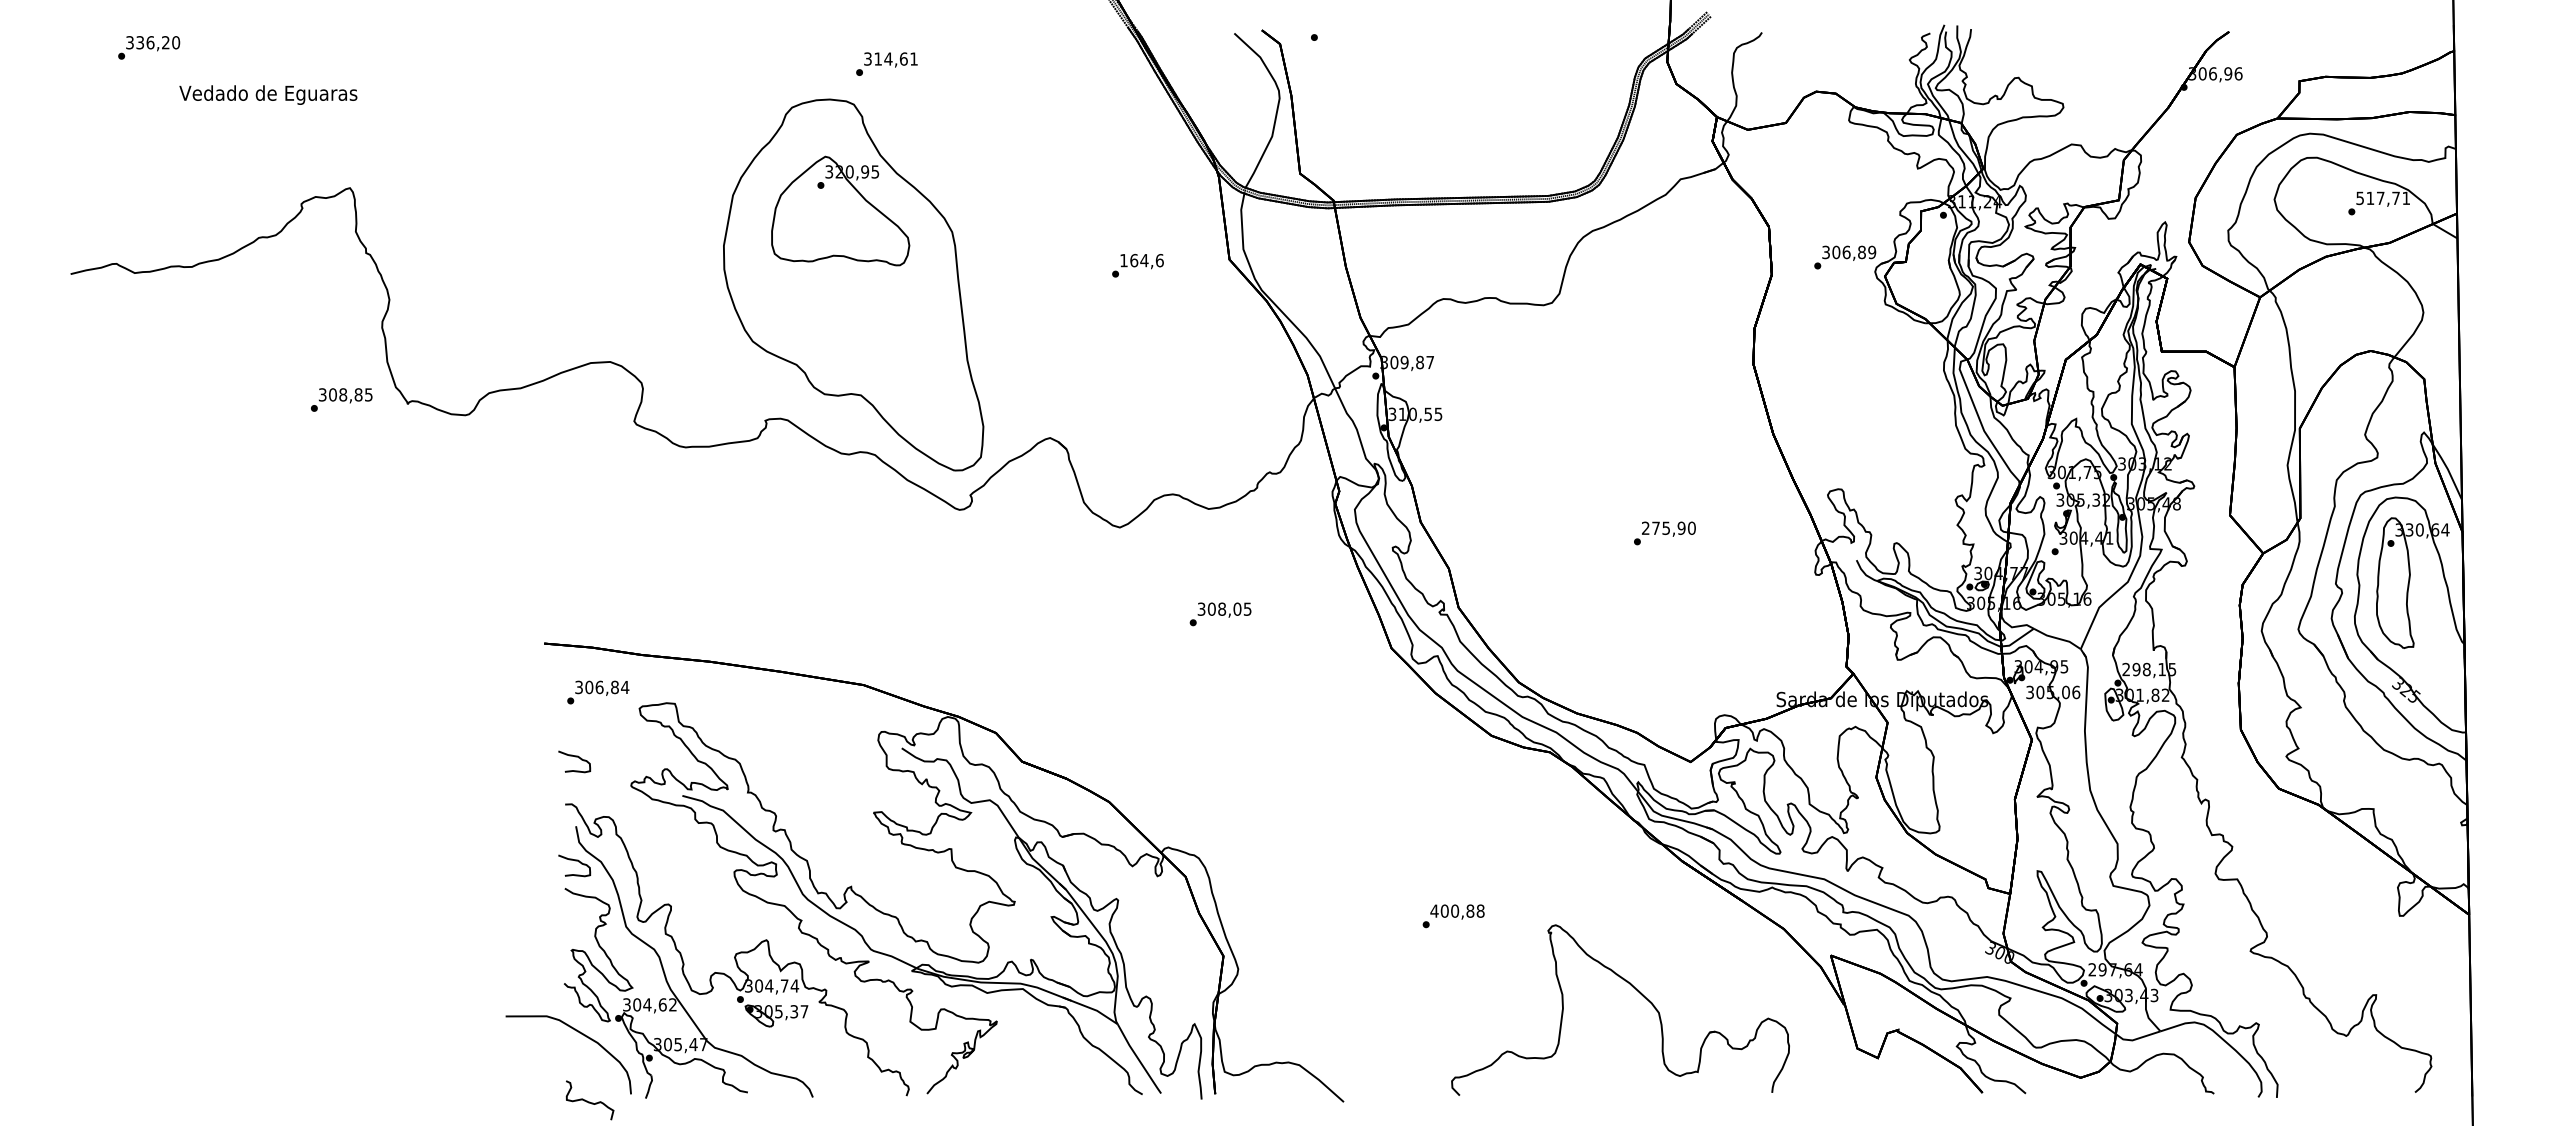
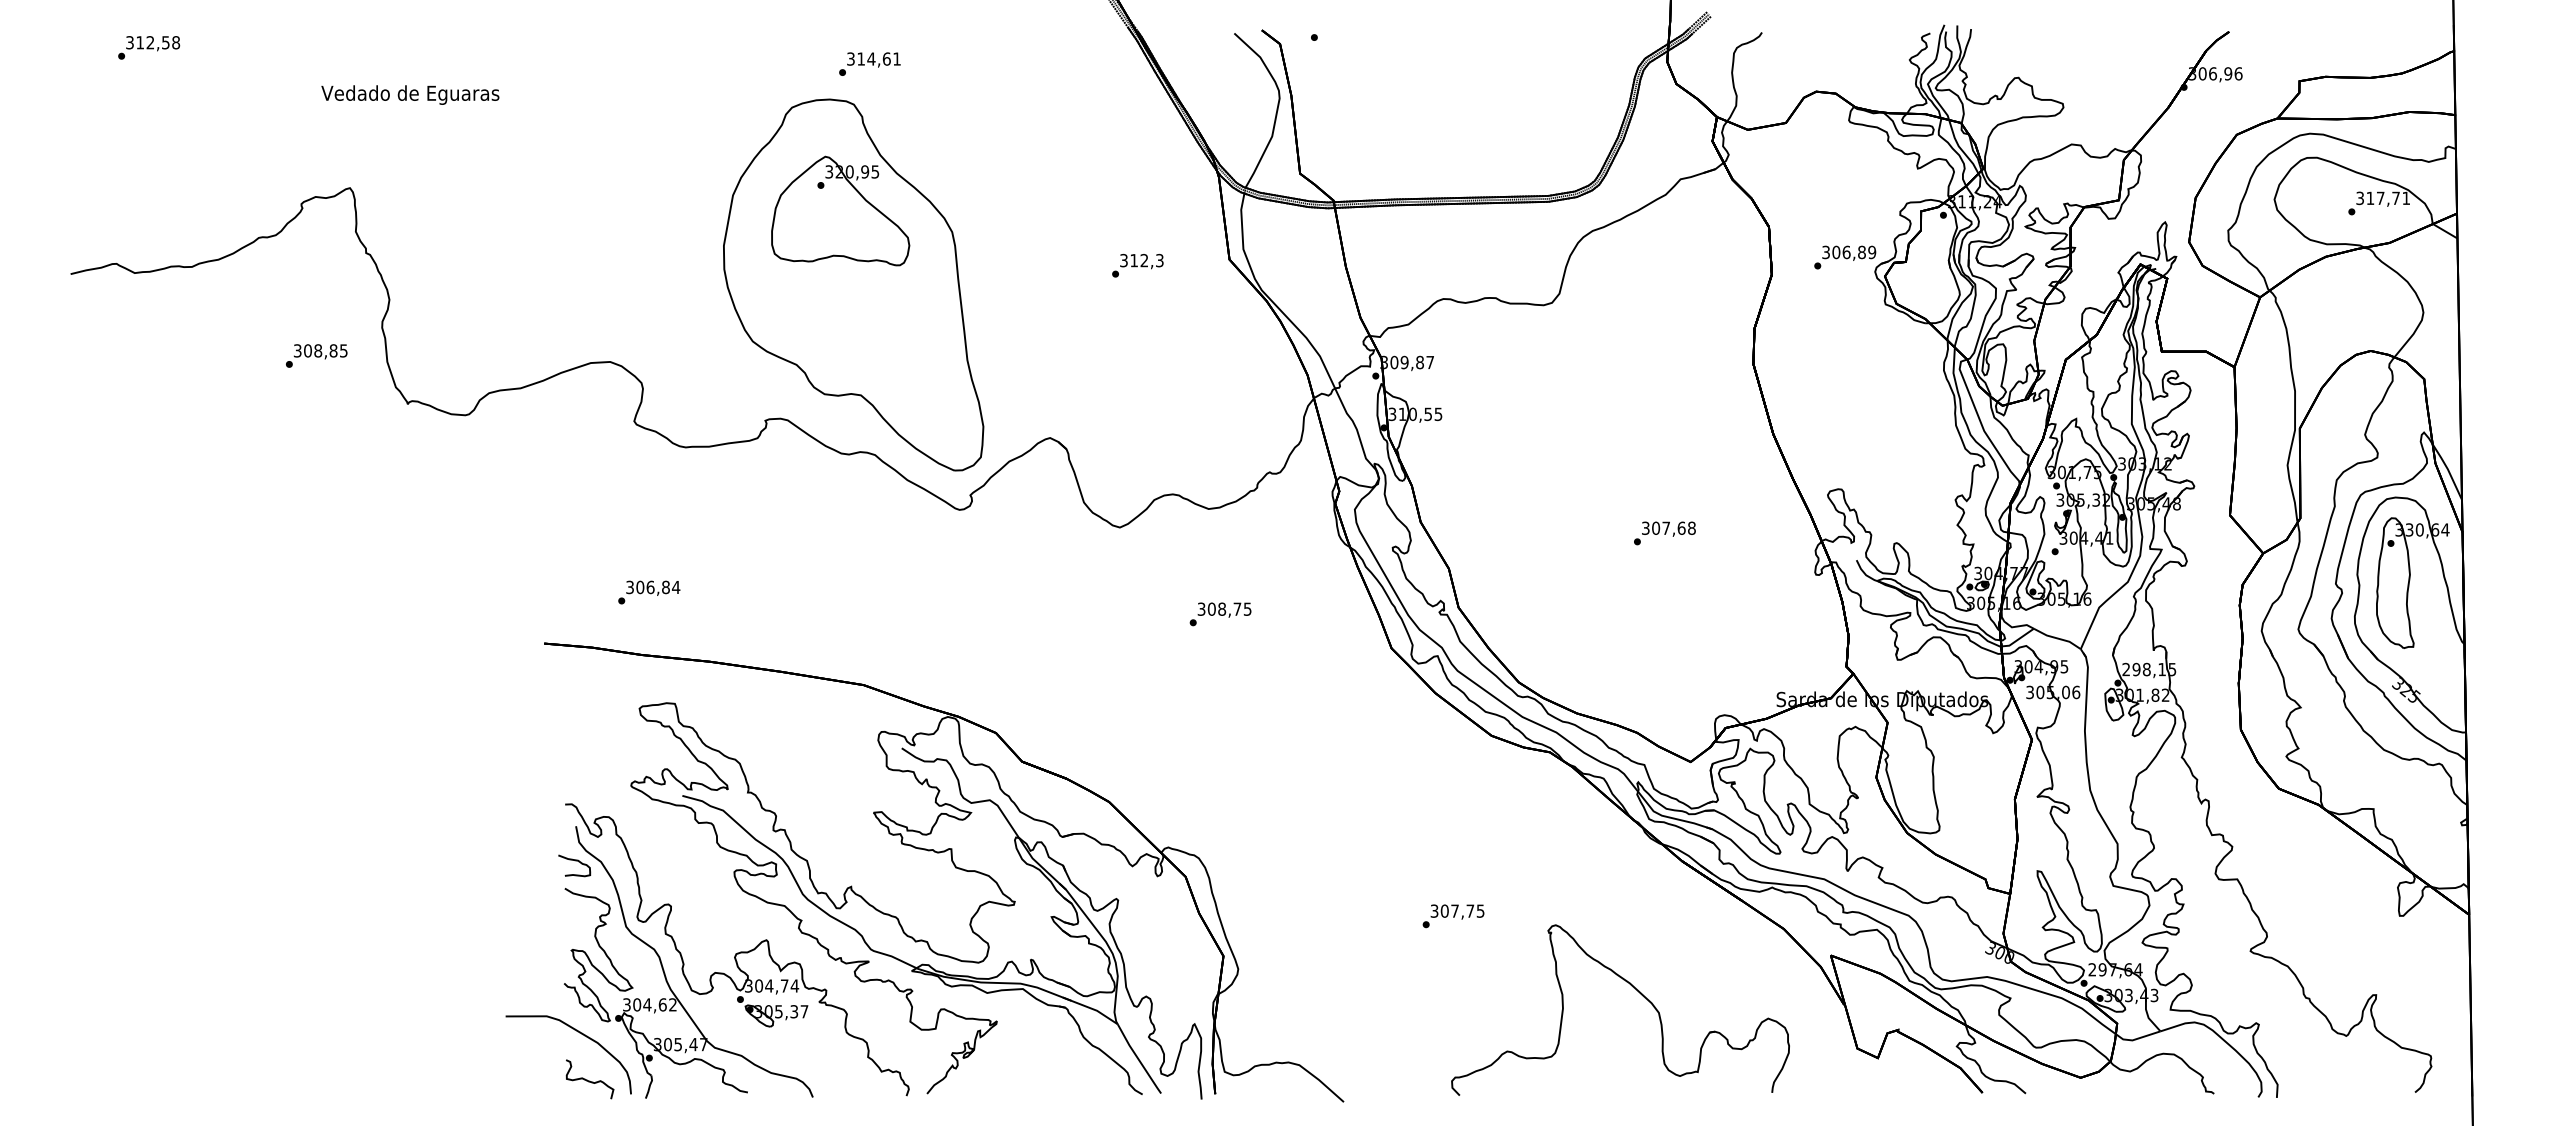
text at (158, 42): 336,20 -> 312,58
text at (886, 63) position: (886, 63) -> (869, 63)
text at (268, 94) position: (268, 94) -> (410, 94)
text at (2359, 197): 517,71 -> 317,71
text at (1141, 260): 164,6 -> 312,3
text at (341, 399) position: (341, 399) -> (316, 355)
text at (1668, 527): 275,90 -> 307,68
text at (1237, 608): 308,05 -> 308,75
text at (598, 692) position: (598, 692) -> (649, 592)
curve at (575, 757): present -> none
text at (1457, 910): 400,88 -> 307,75
curve at (589, 1101) position: (589, 1101) -> (589, 1080)
